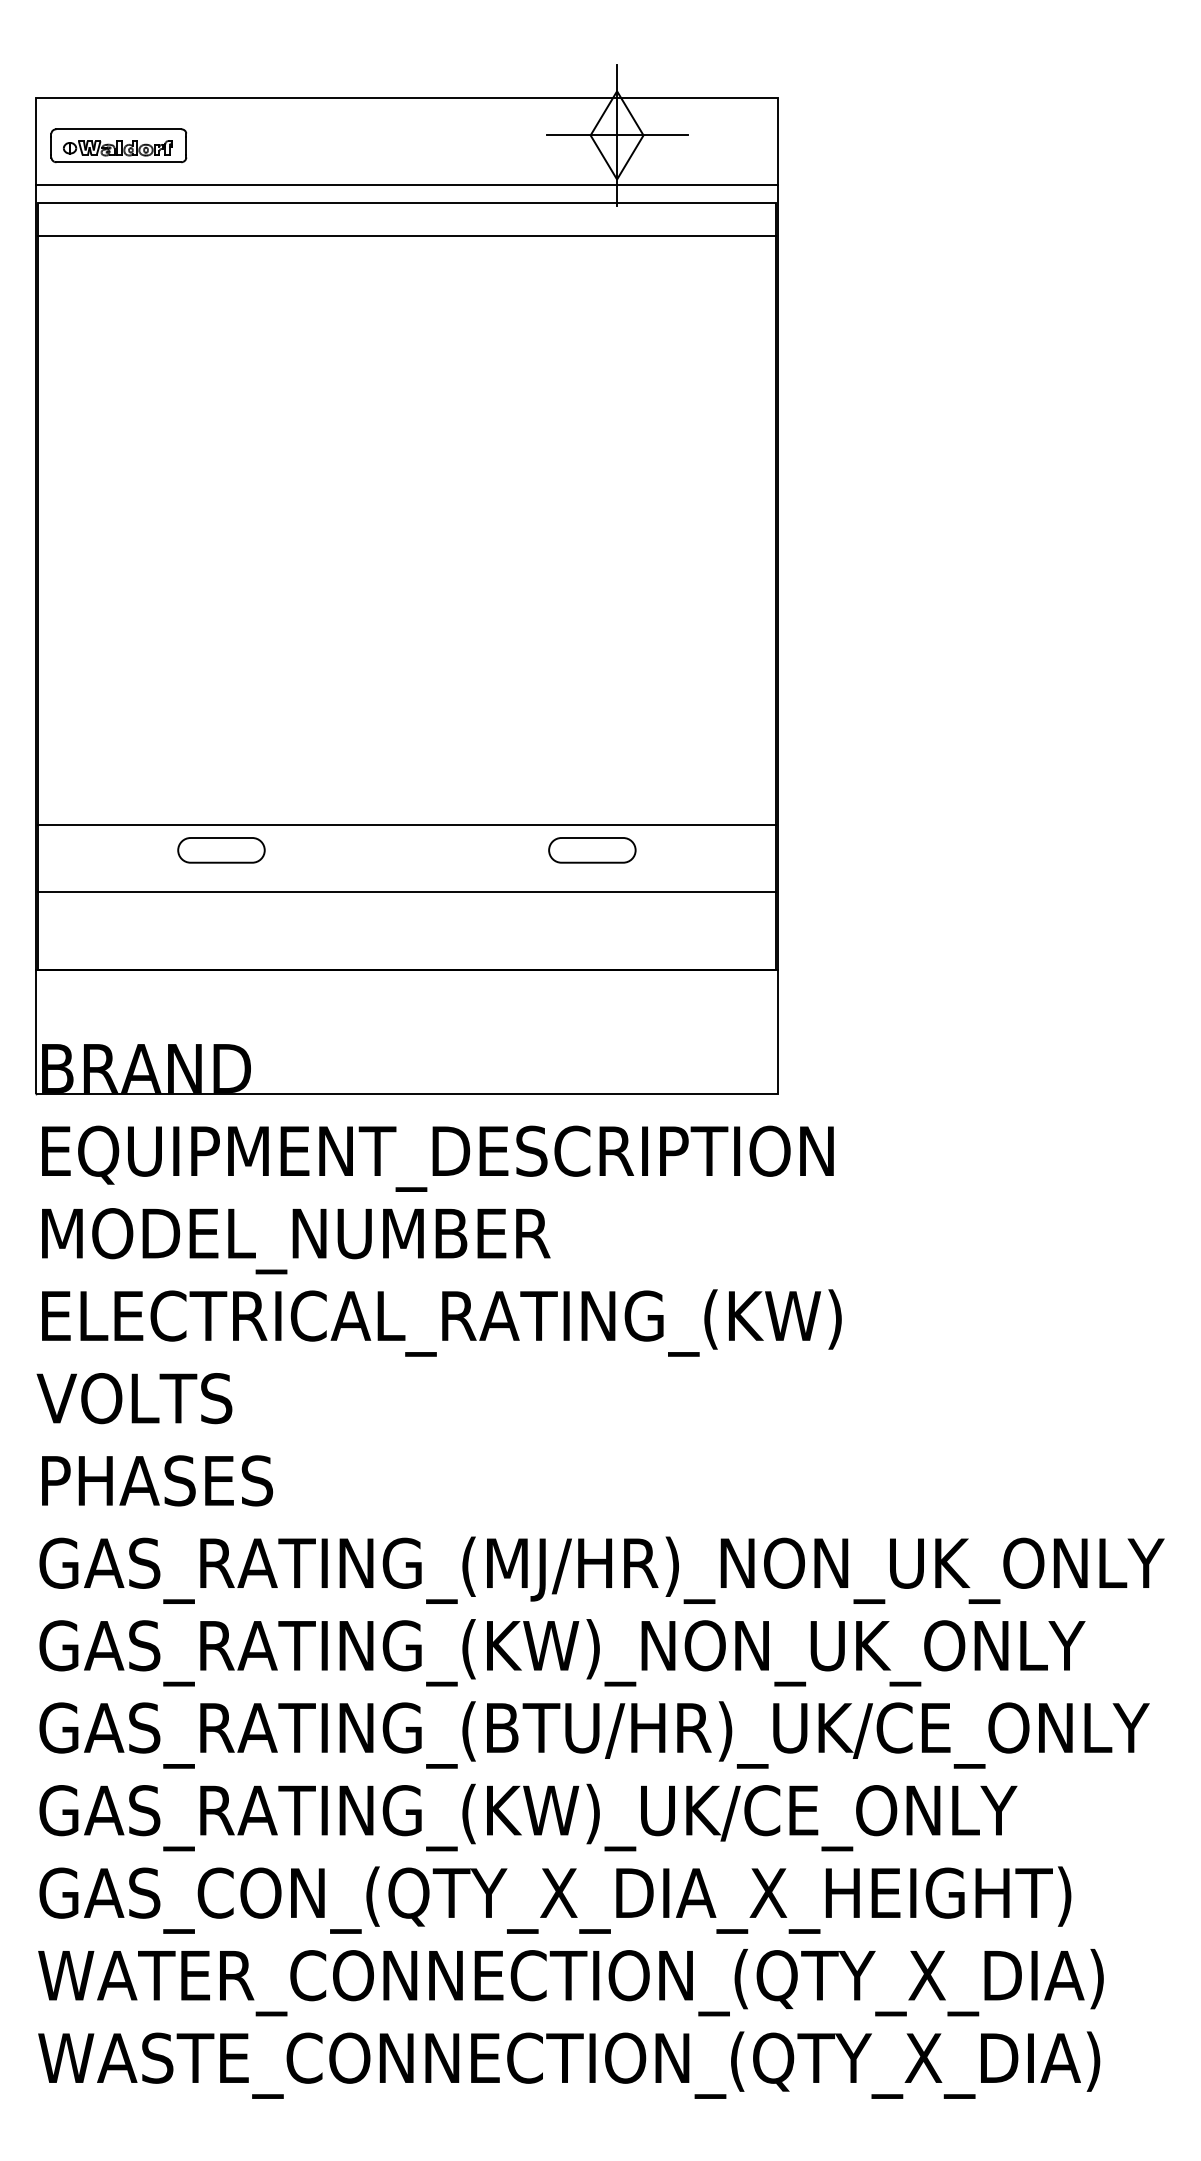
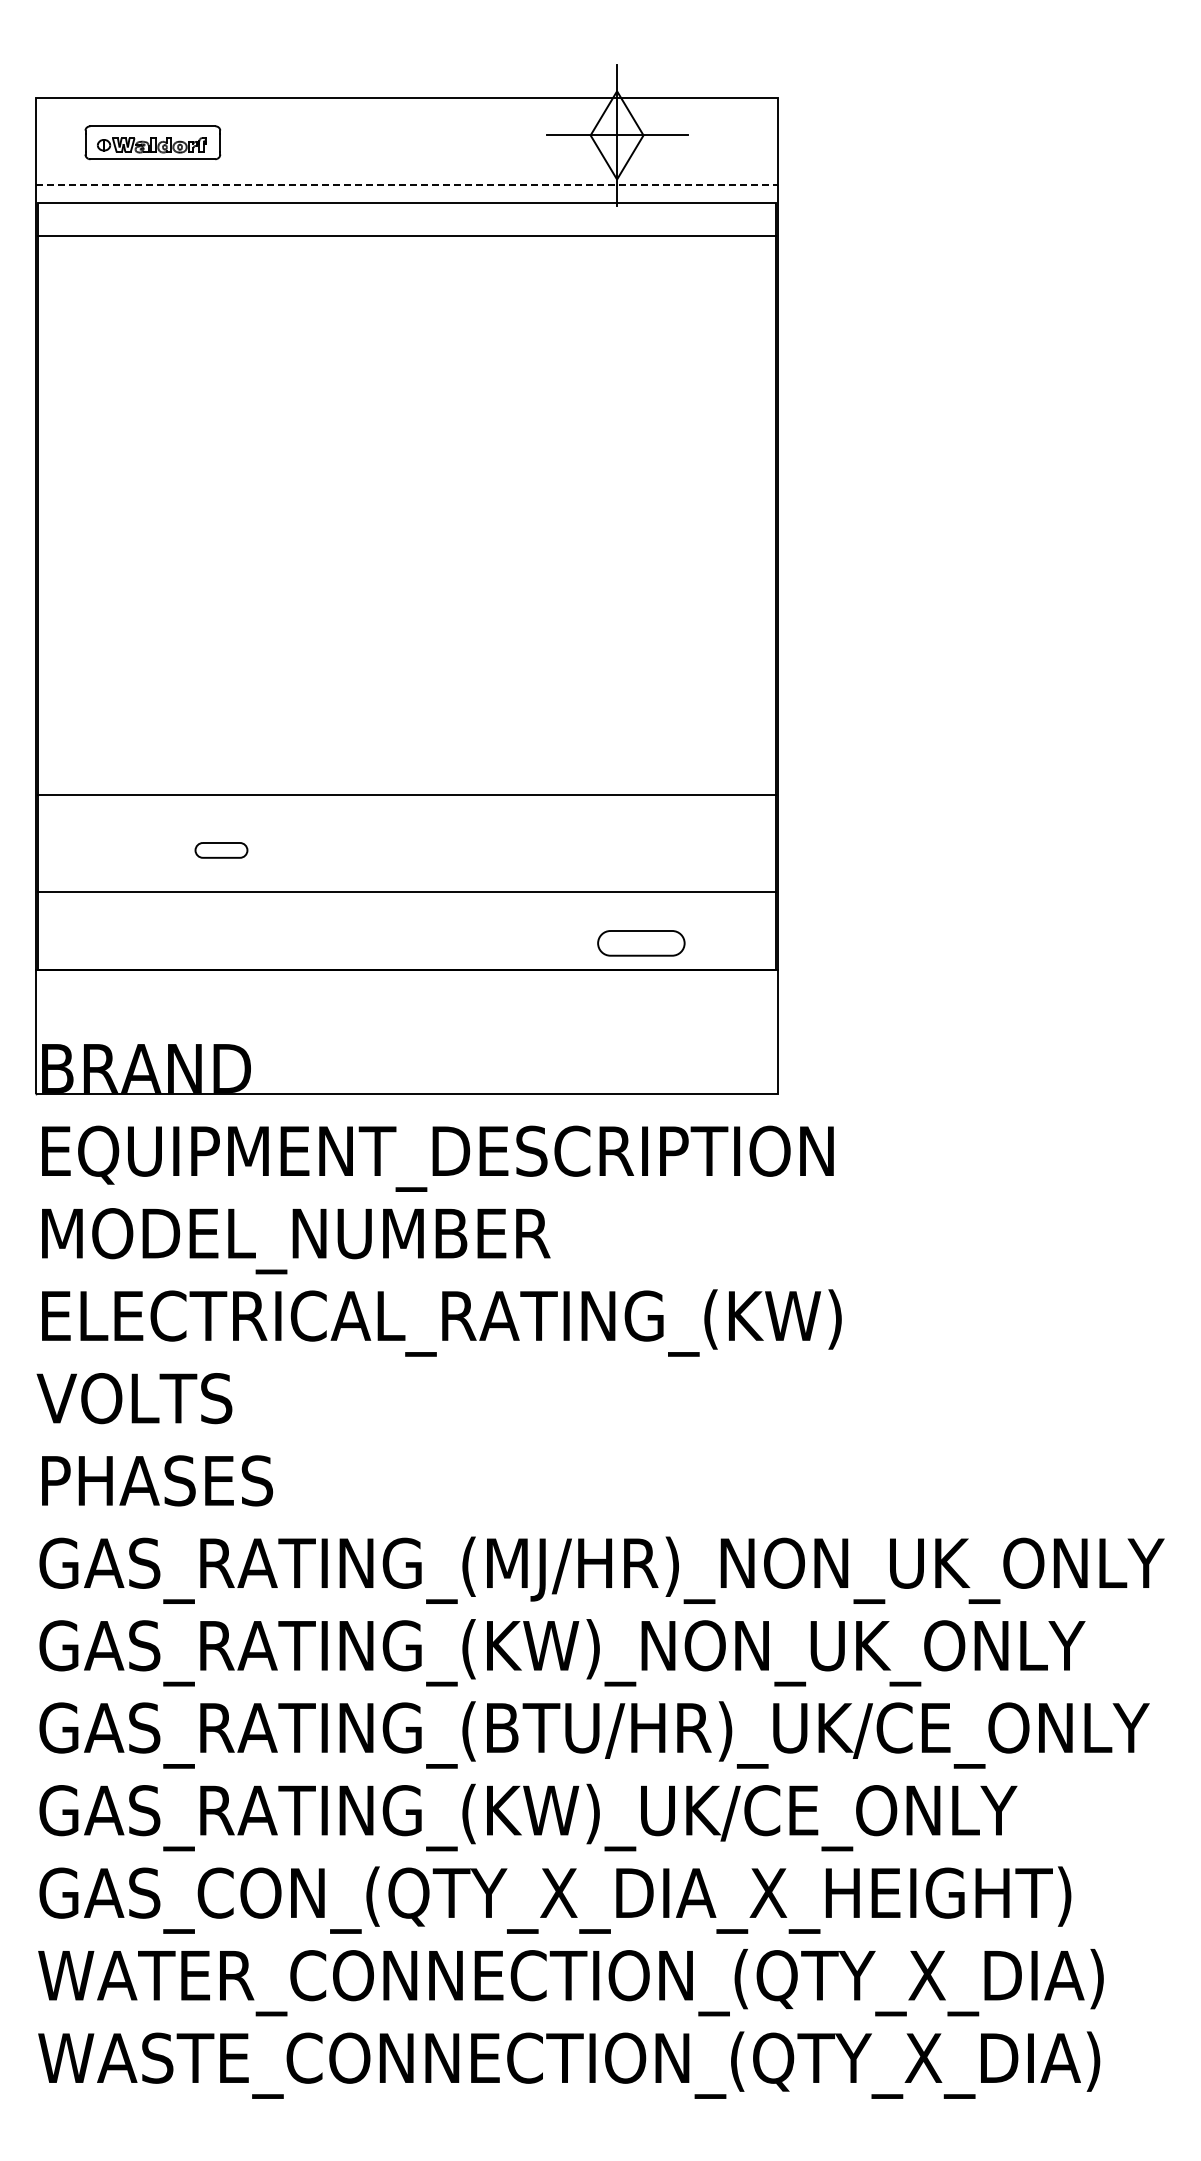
part at (118, 145) position: (118, 145) -> (152, 142)
line at (406, 184): solid -> dashed
line at (406, 824) position: (406, 824) -> (406, 794)
part at (221, 850) size: 89x27 px -> 55x17 px
part at (592, 850) position: (592, 850) -> (641, 943)
